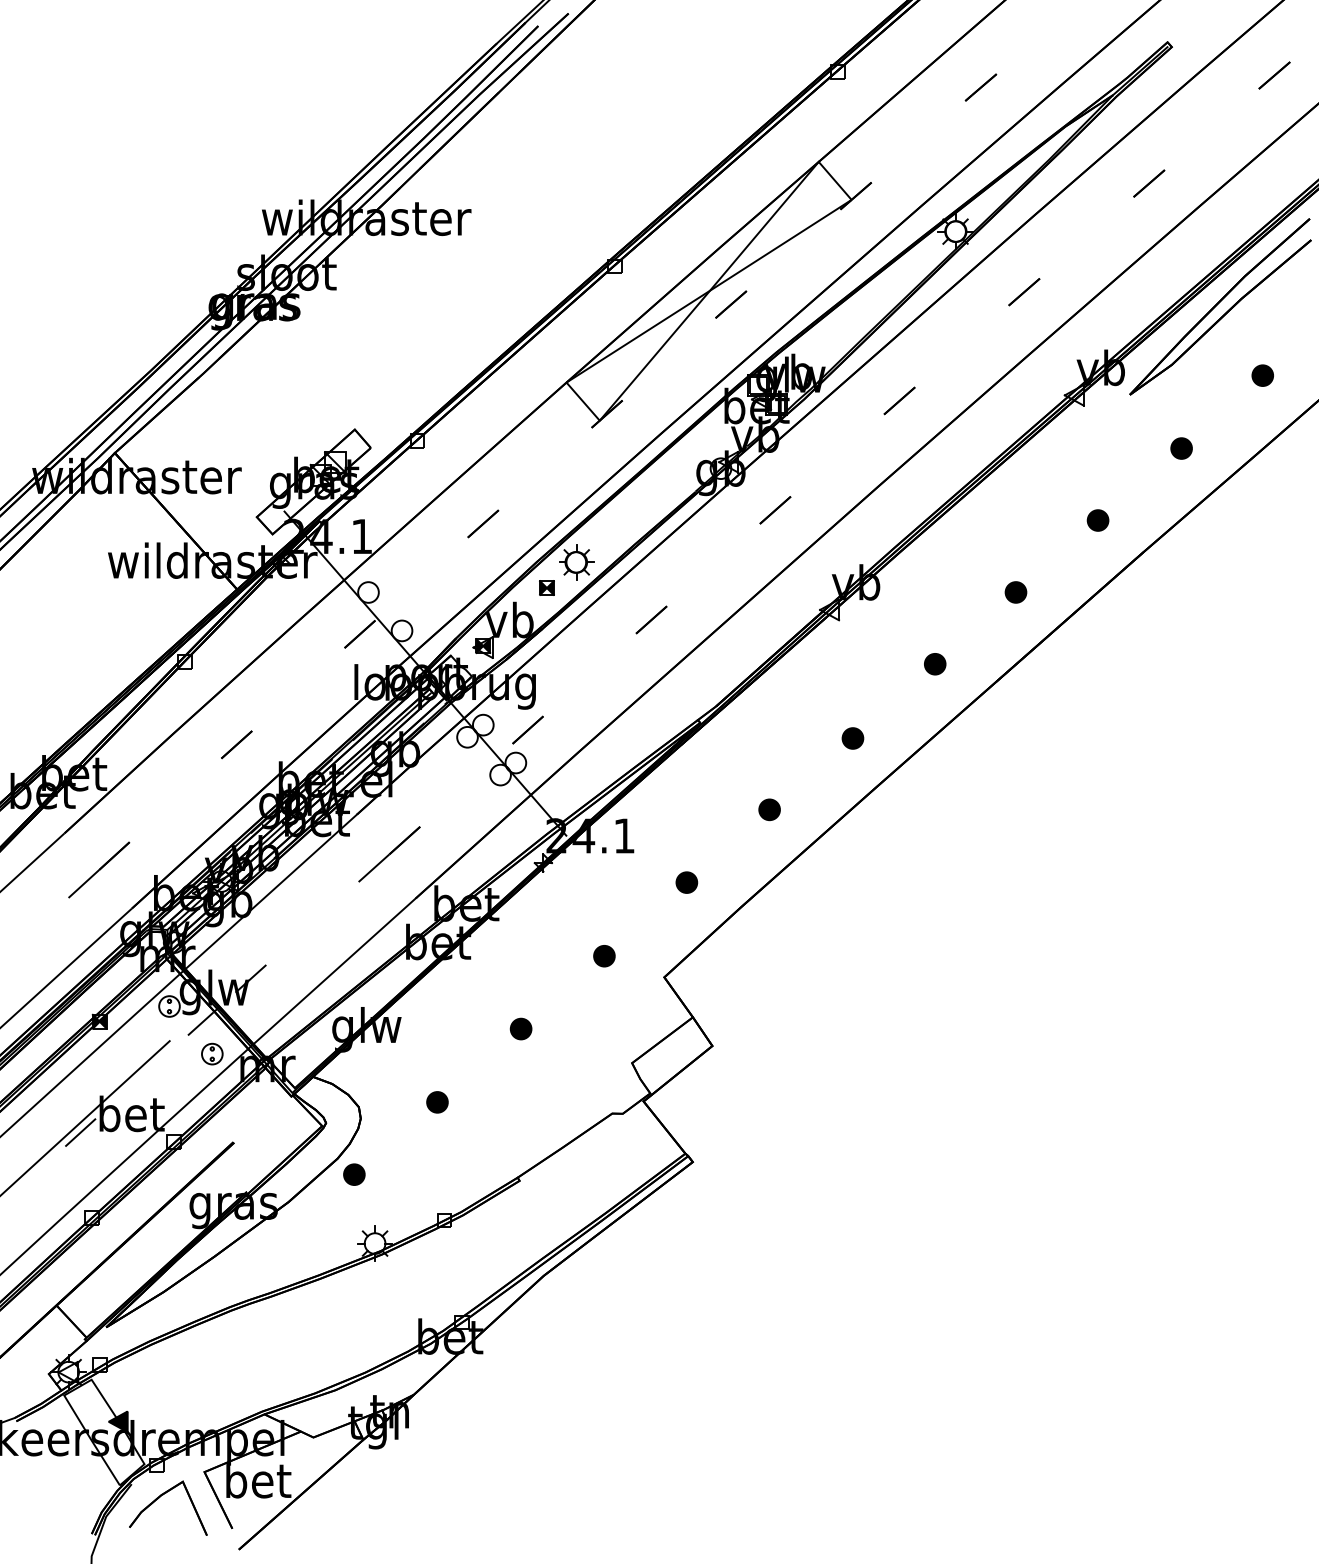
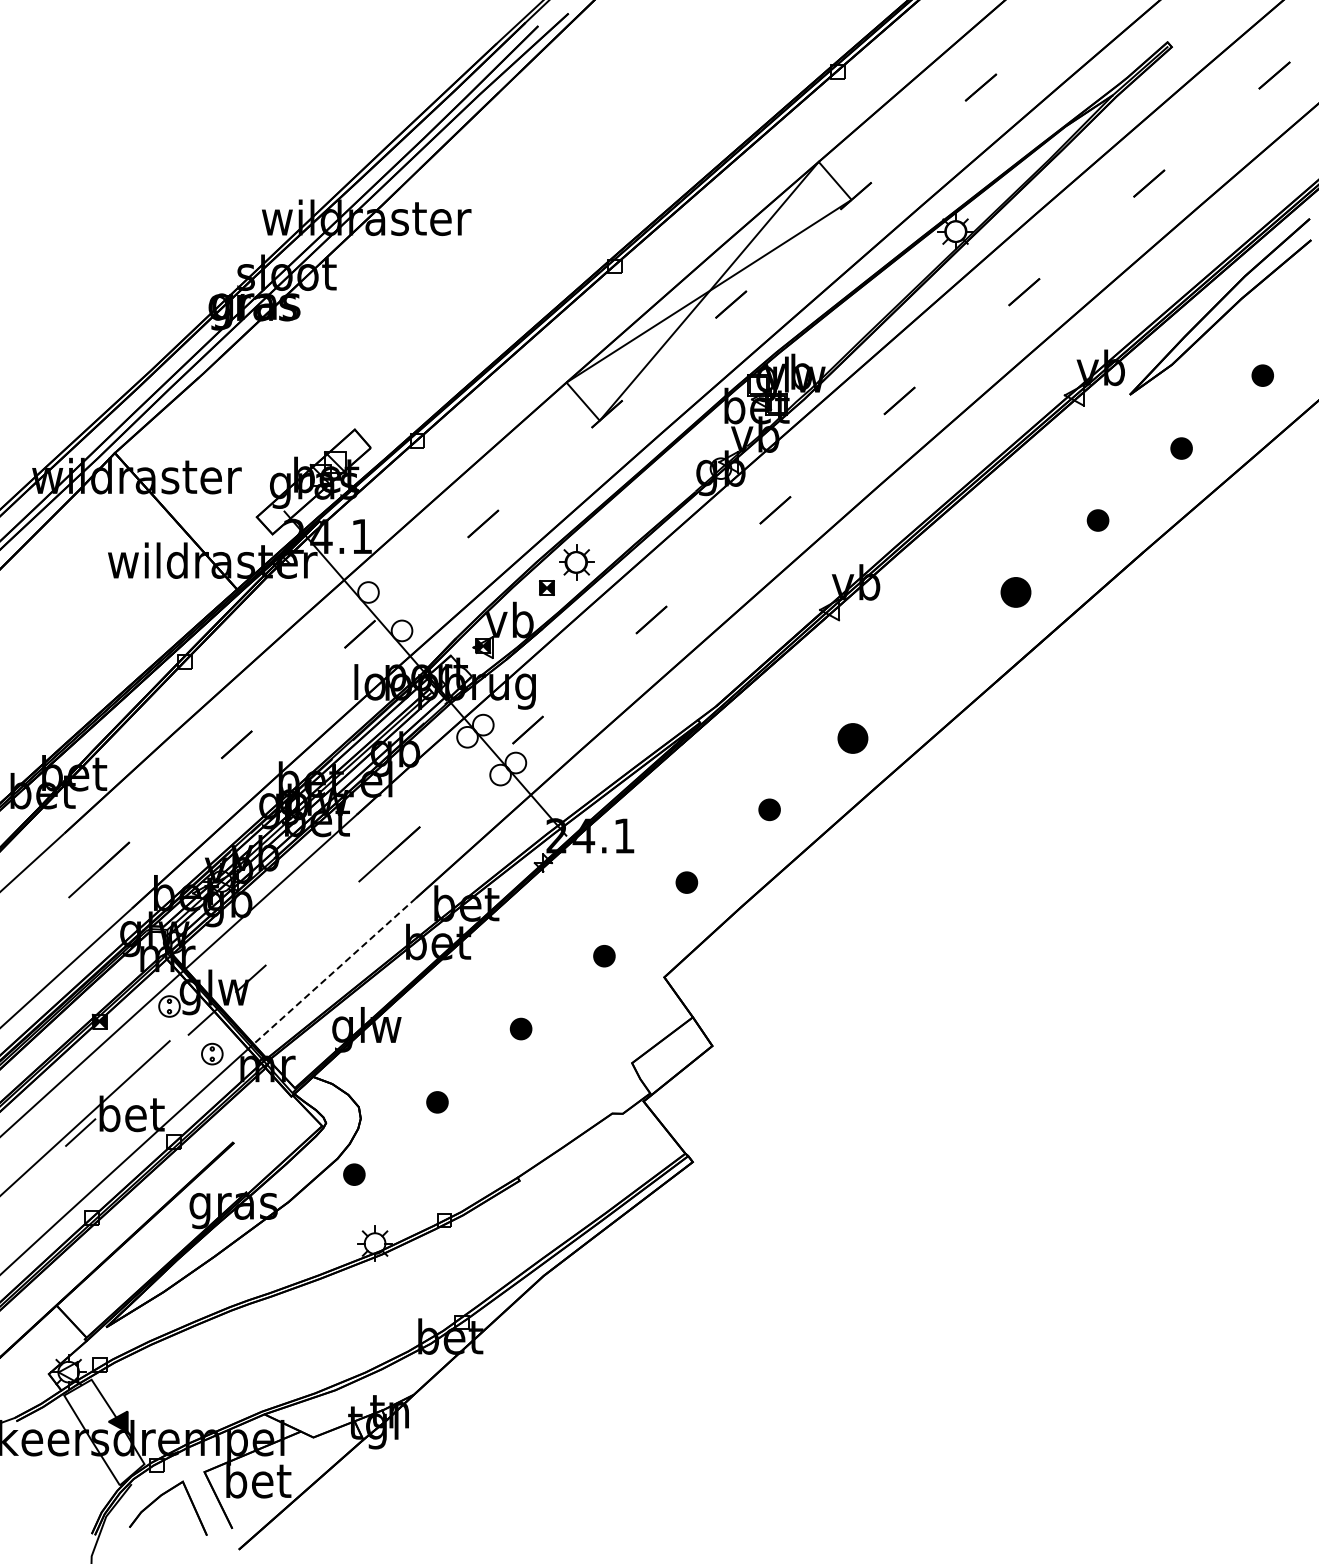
part at (1015, 592) size: 24x23 px -> 32x31 px
part at (935, 664): present -> none
part at (852, 738) size: 24x23 px -> 32x31 px
line at (334, 971): solid -> dashed
